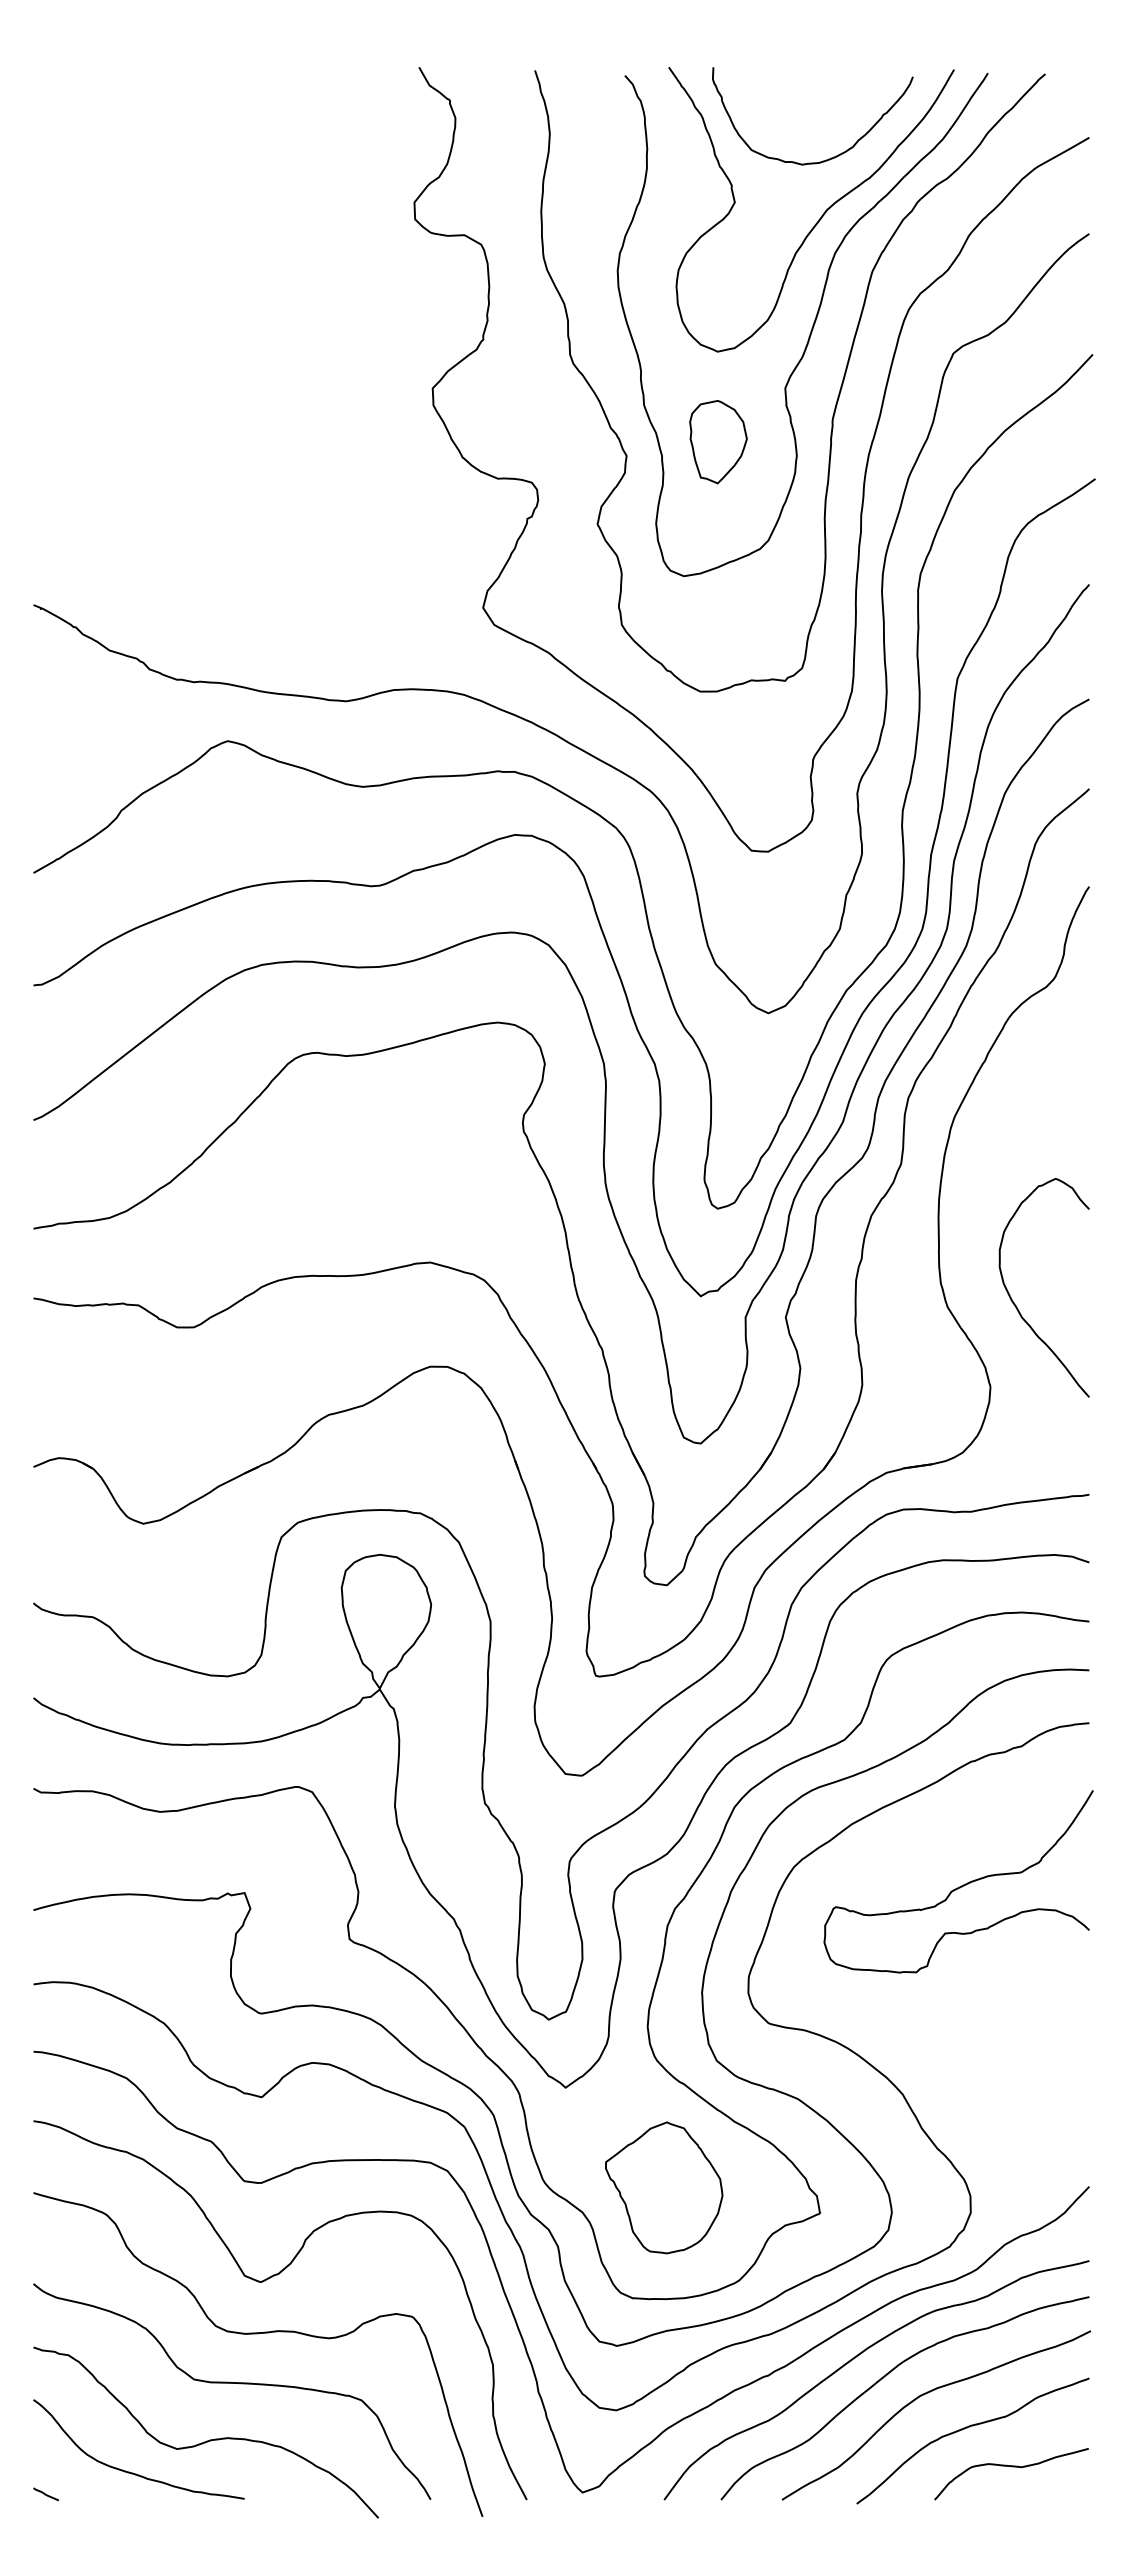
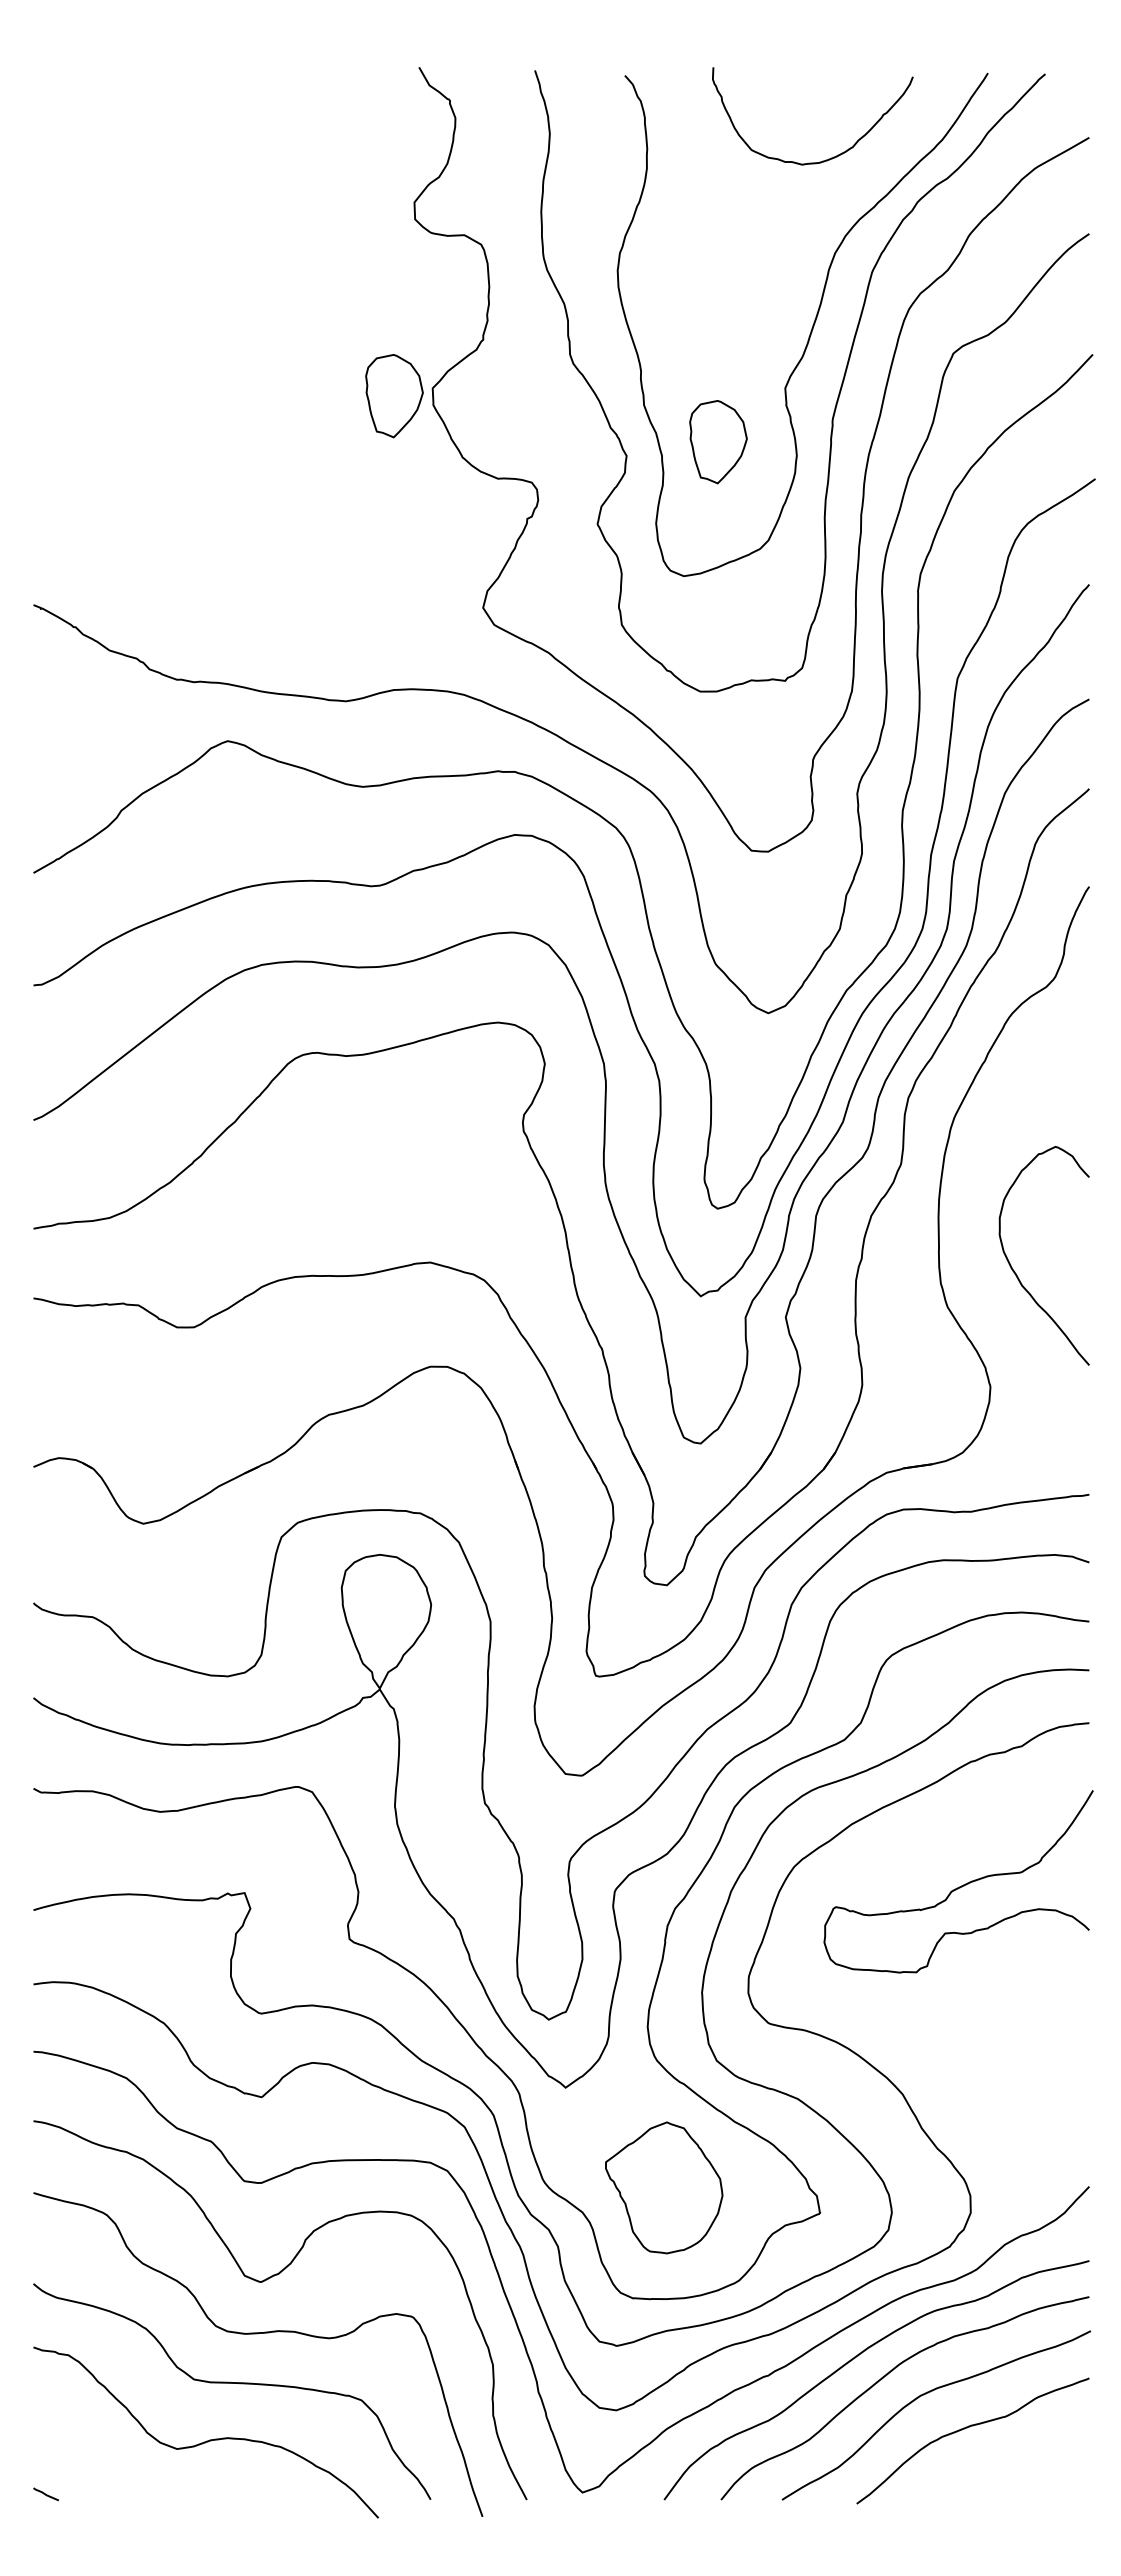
curve at (821, 215): present -> none
part at (394, 396): none -> present
curve at (1016, 1305) position: (1016, 1305) -> (1016, 1273)
curve at (1011, 2467): present -> none
curve at (133, 2472): present -> none
